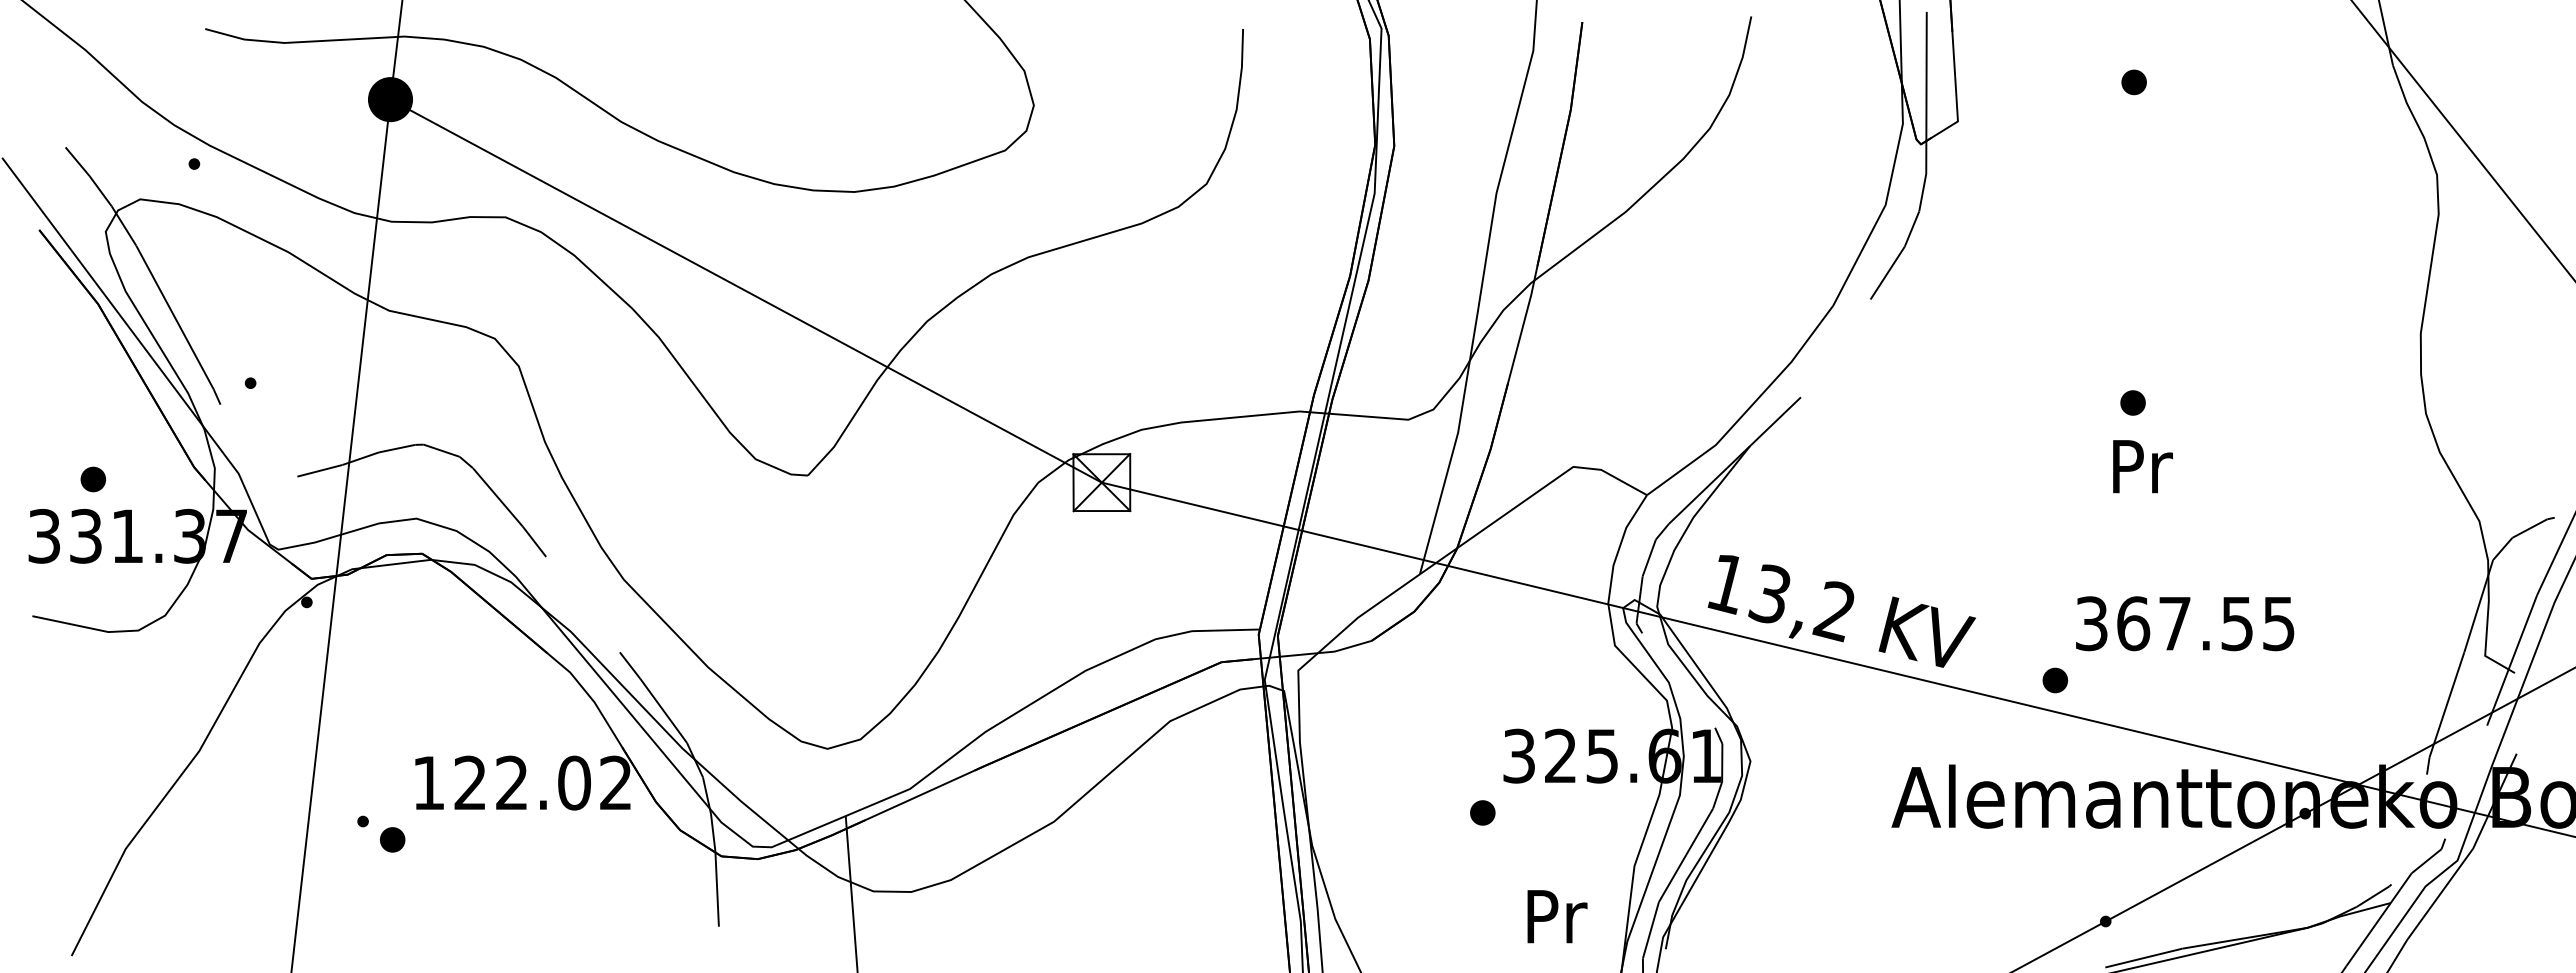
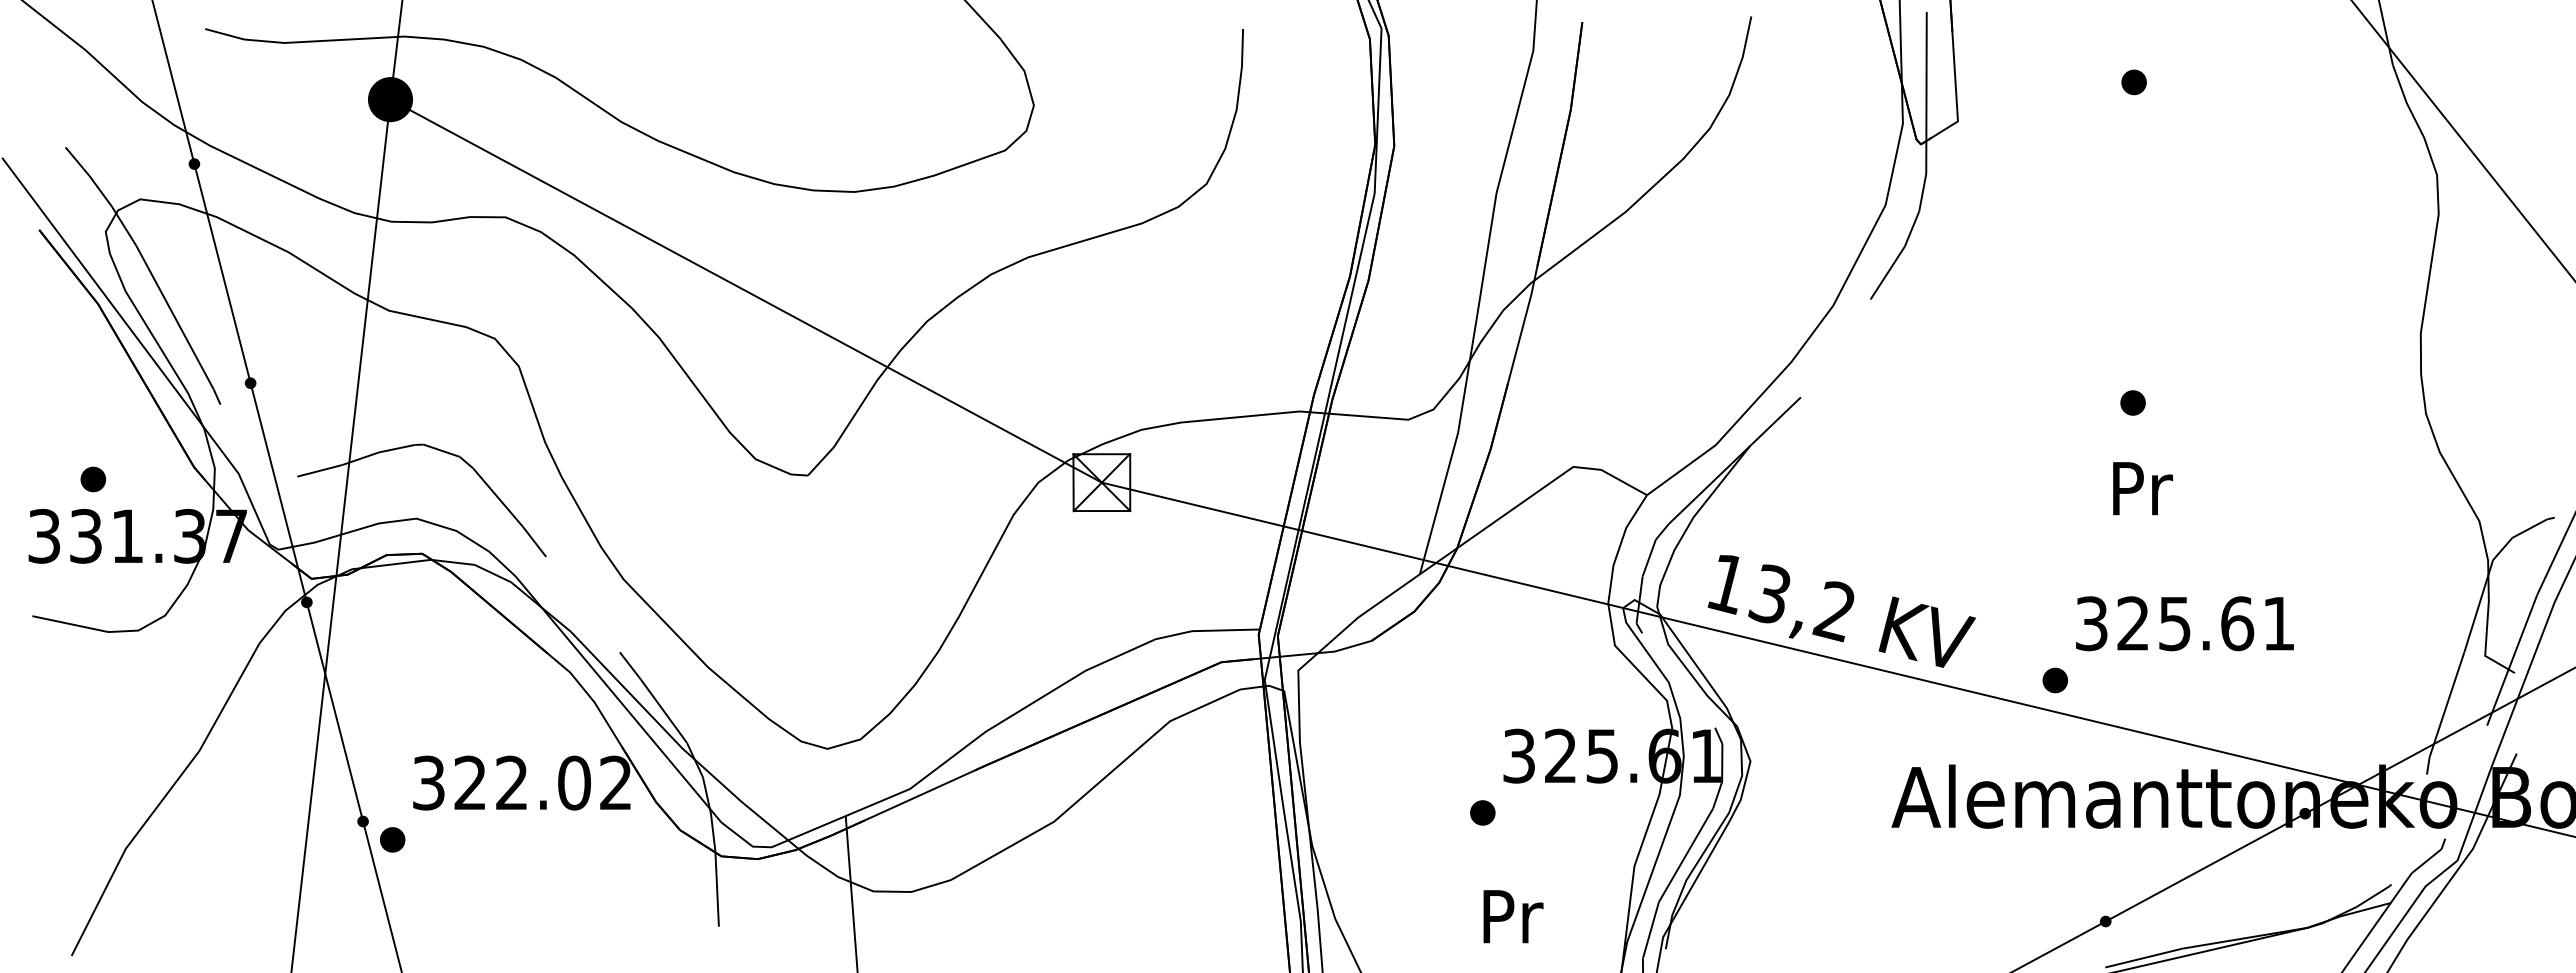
text at (2142, 466) position: (2142, 466) -> (2142, 488)
line at (276, 485): none -> present
text at (2205, 623): 367.55 -> 325.61
text at (428, 782): 122.02 -> 322.02
text at (1557, 916) position: (1557, 916) -> (1513, 916)
